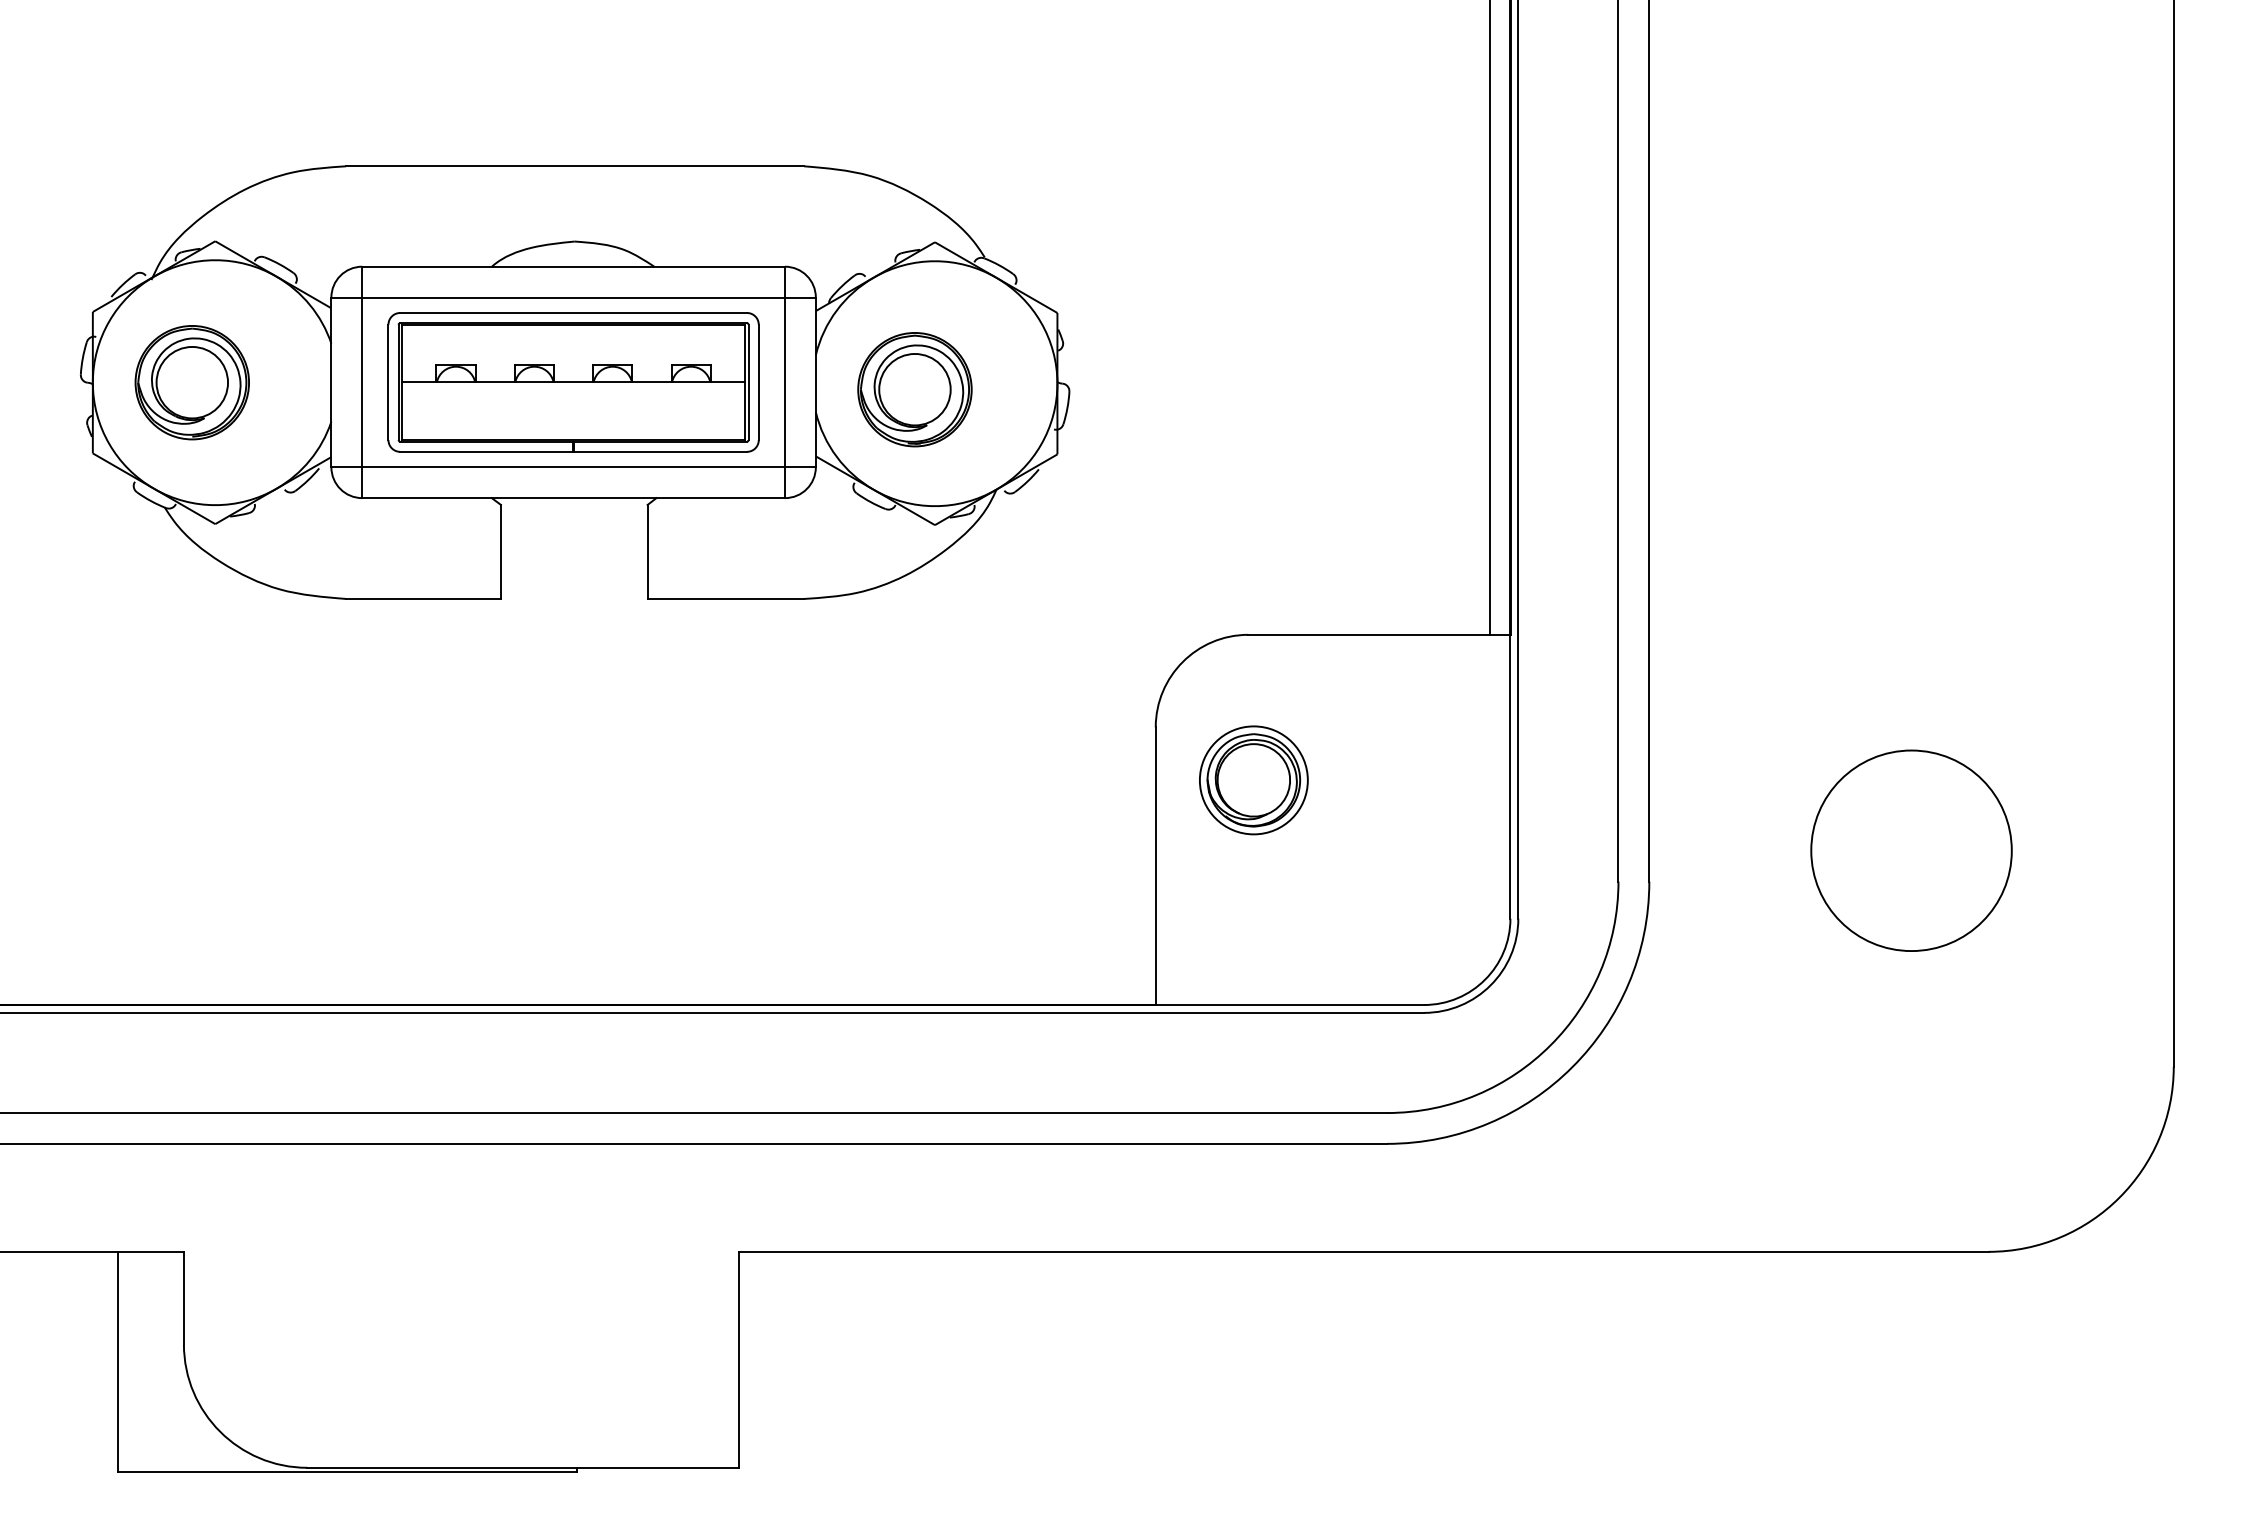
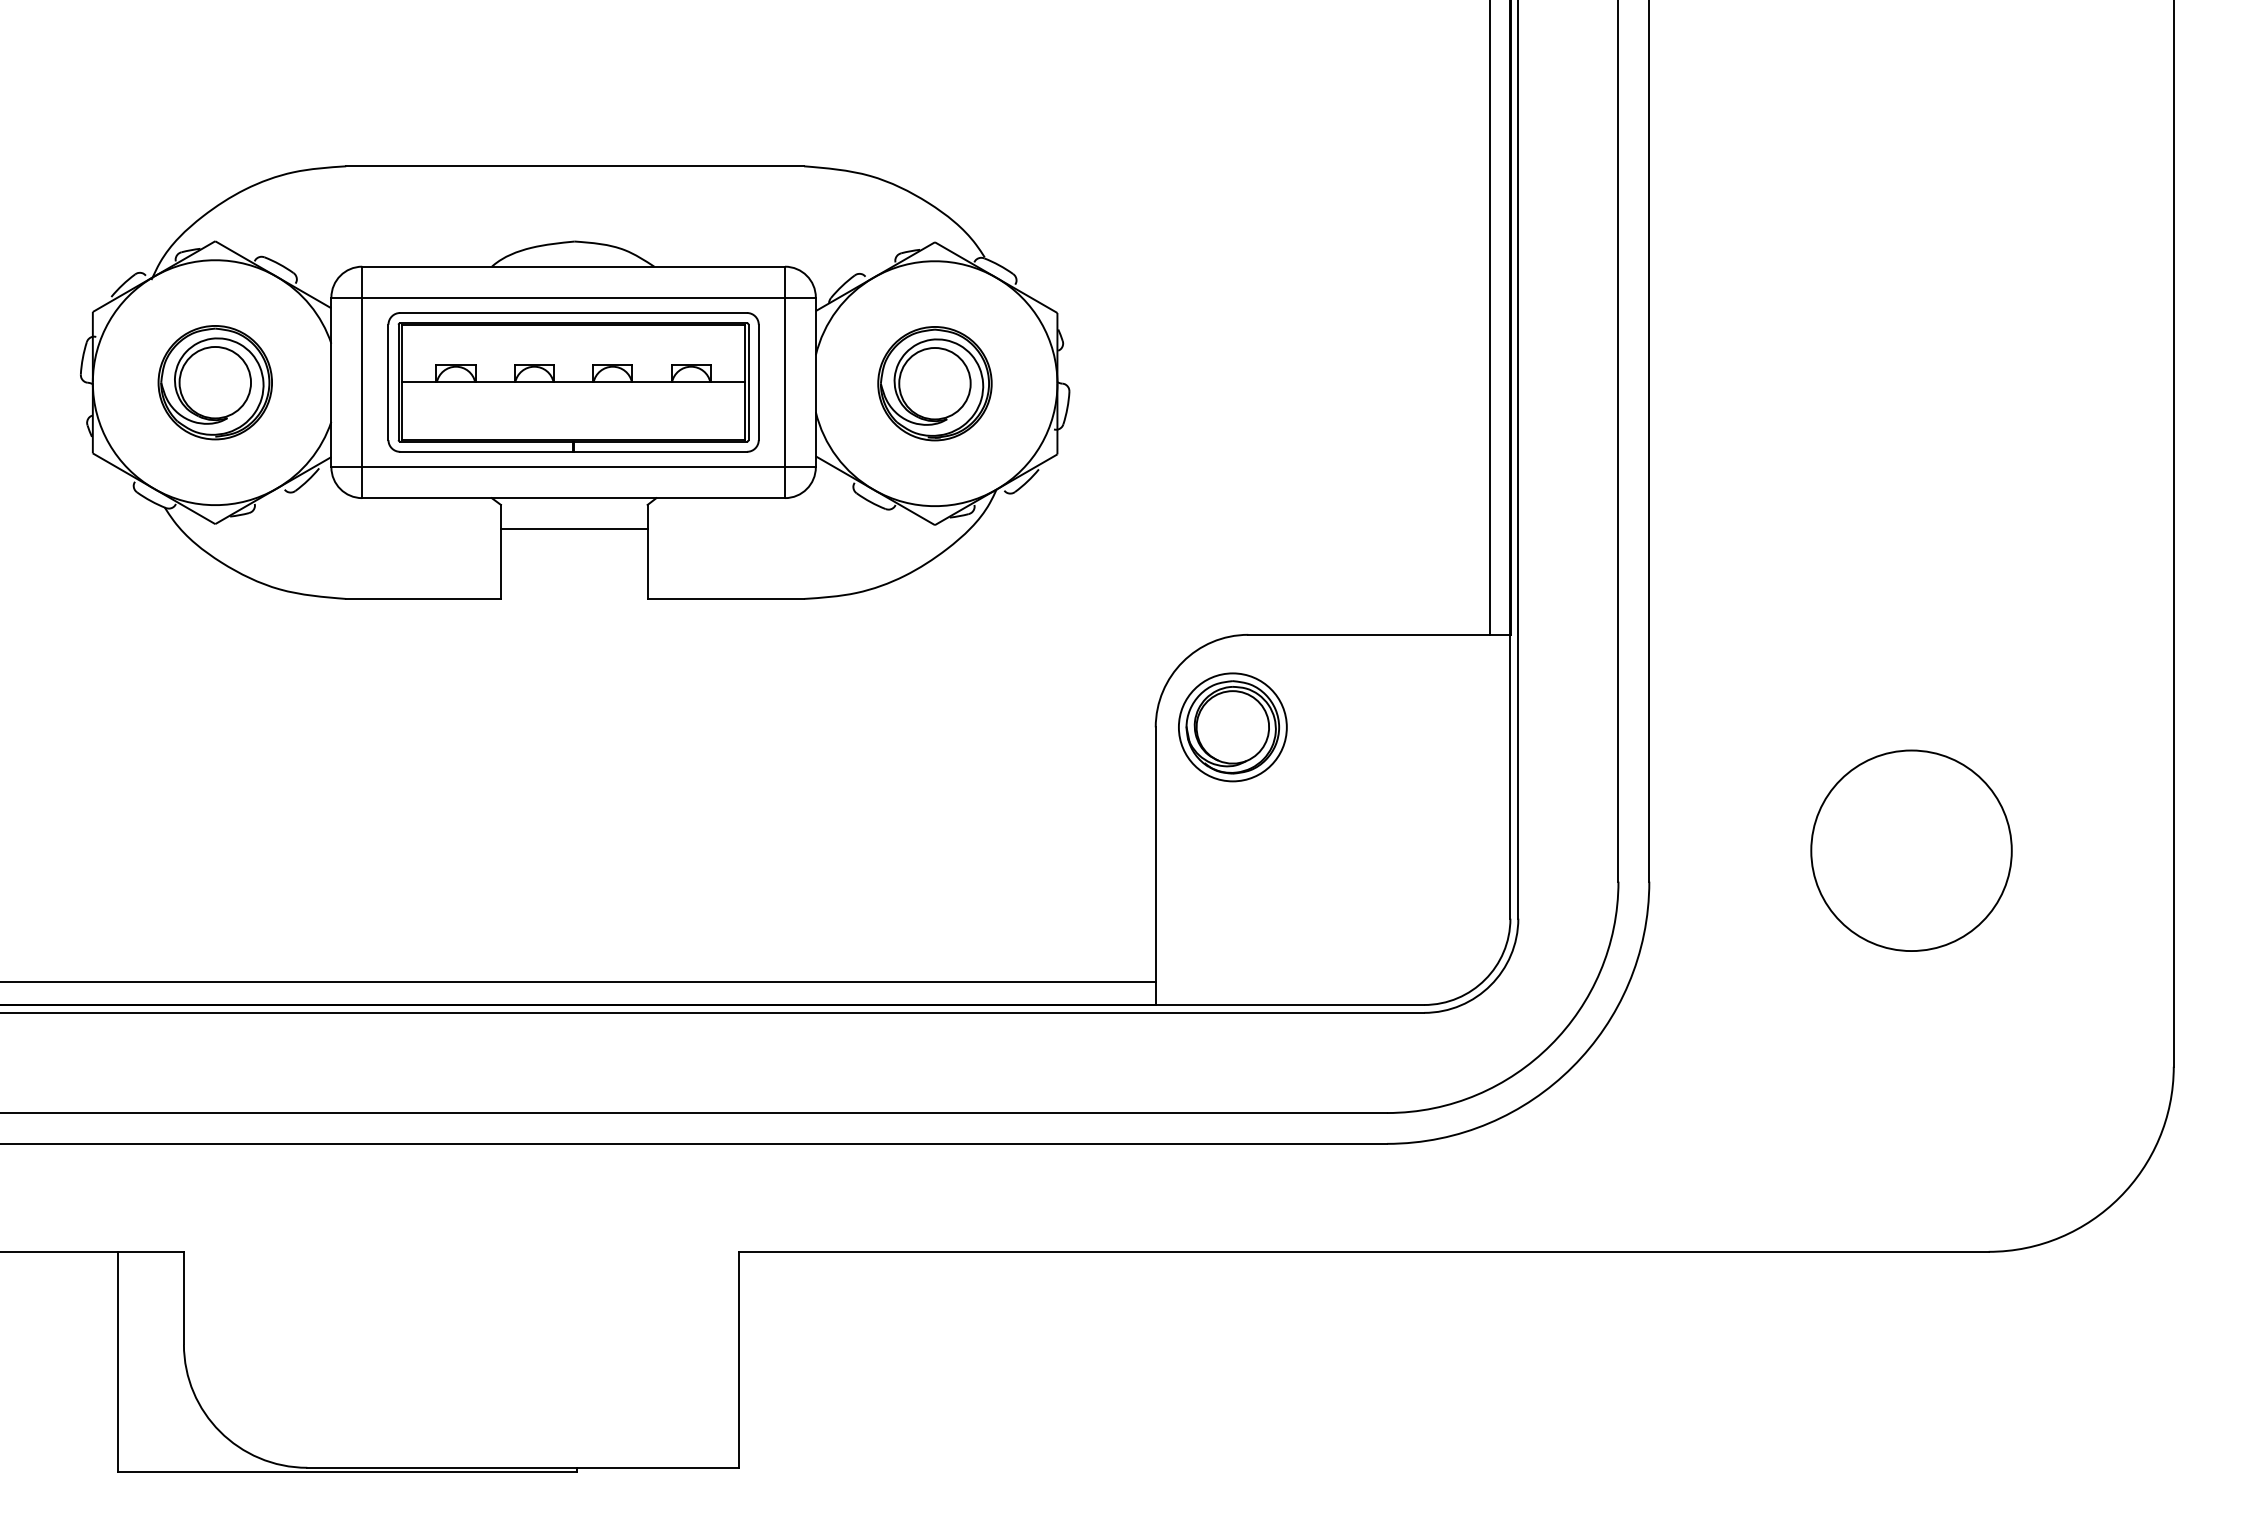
part at (191, 382) position: (191, 382) -> (214, 382)
part at (914, 389) position: (914, 389) -> (934, 383)
line at (573, 528): none -> present
part at (1253, 780) position: (1253, 780) -> (1232, 727)
line at (578, 982): none -> present
